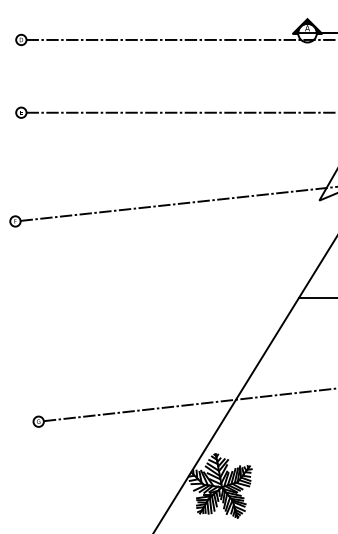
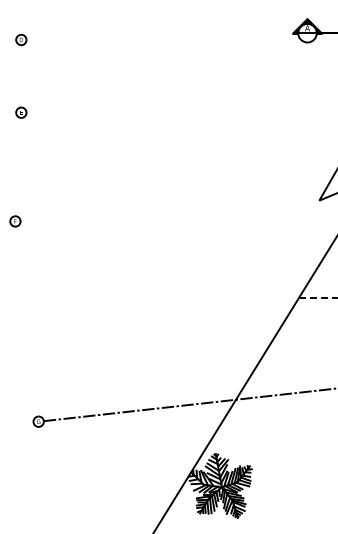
line at (180, 39): present -> none
line at (180, 112): present -> none
line at (177, 203): present -> none
line at (318, 297): solid -> dashed
